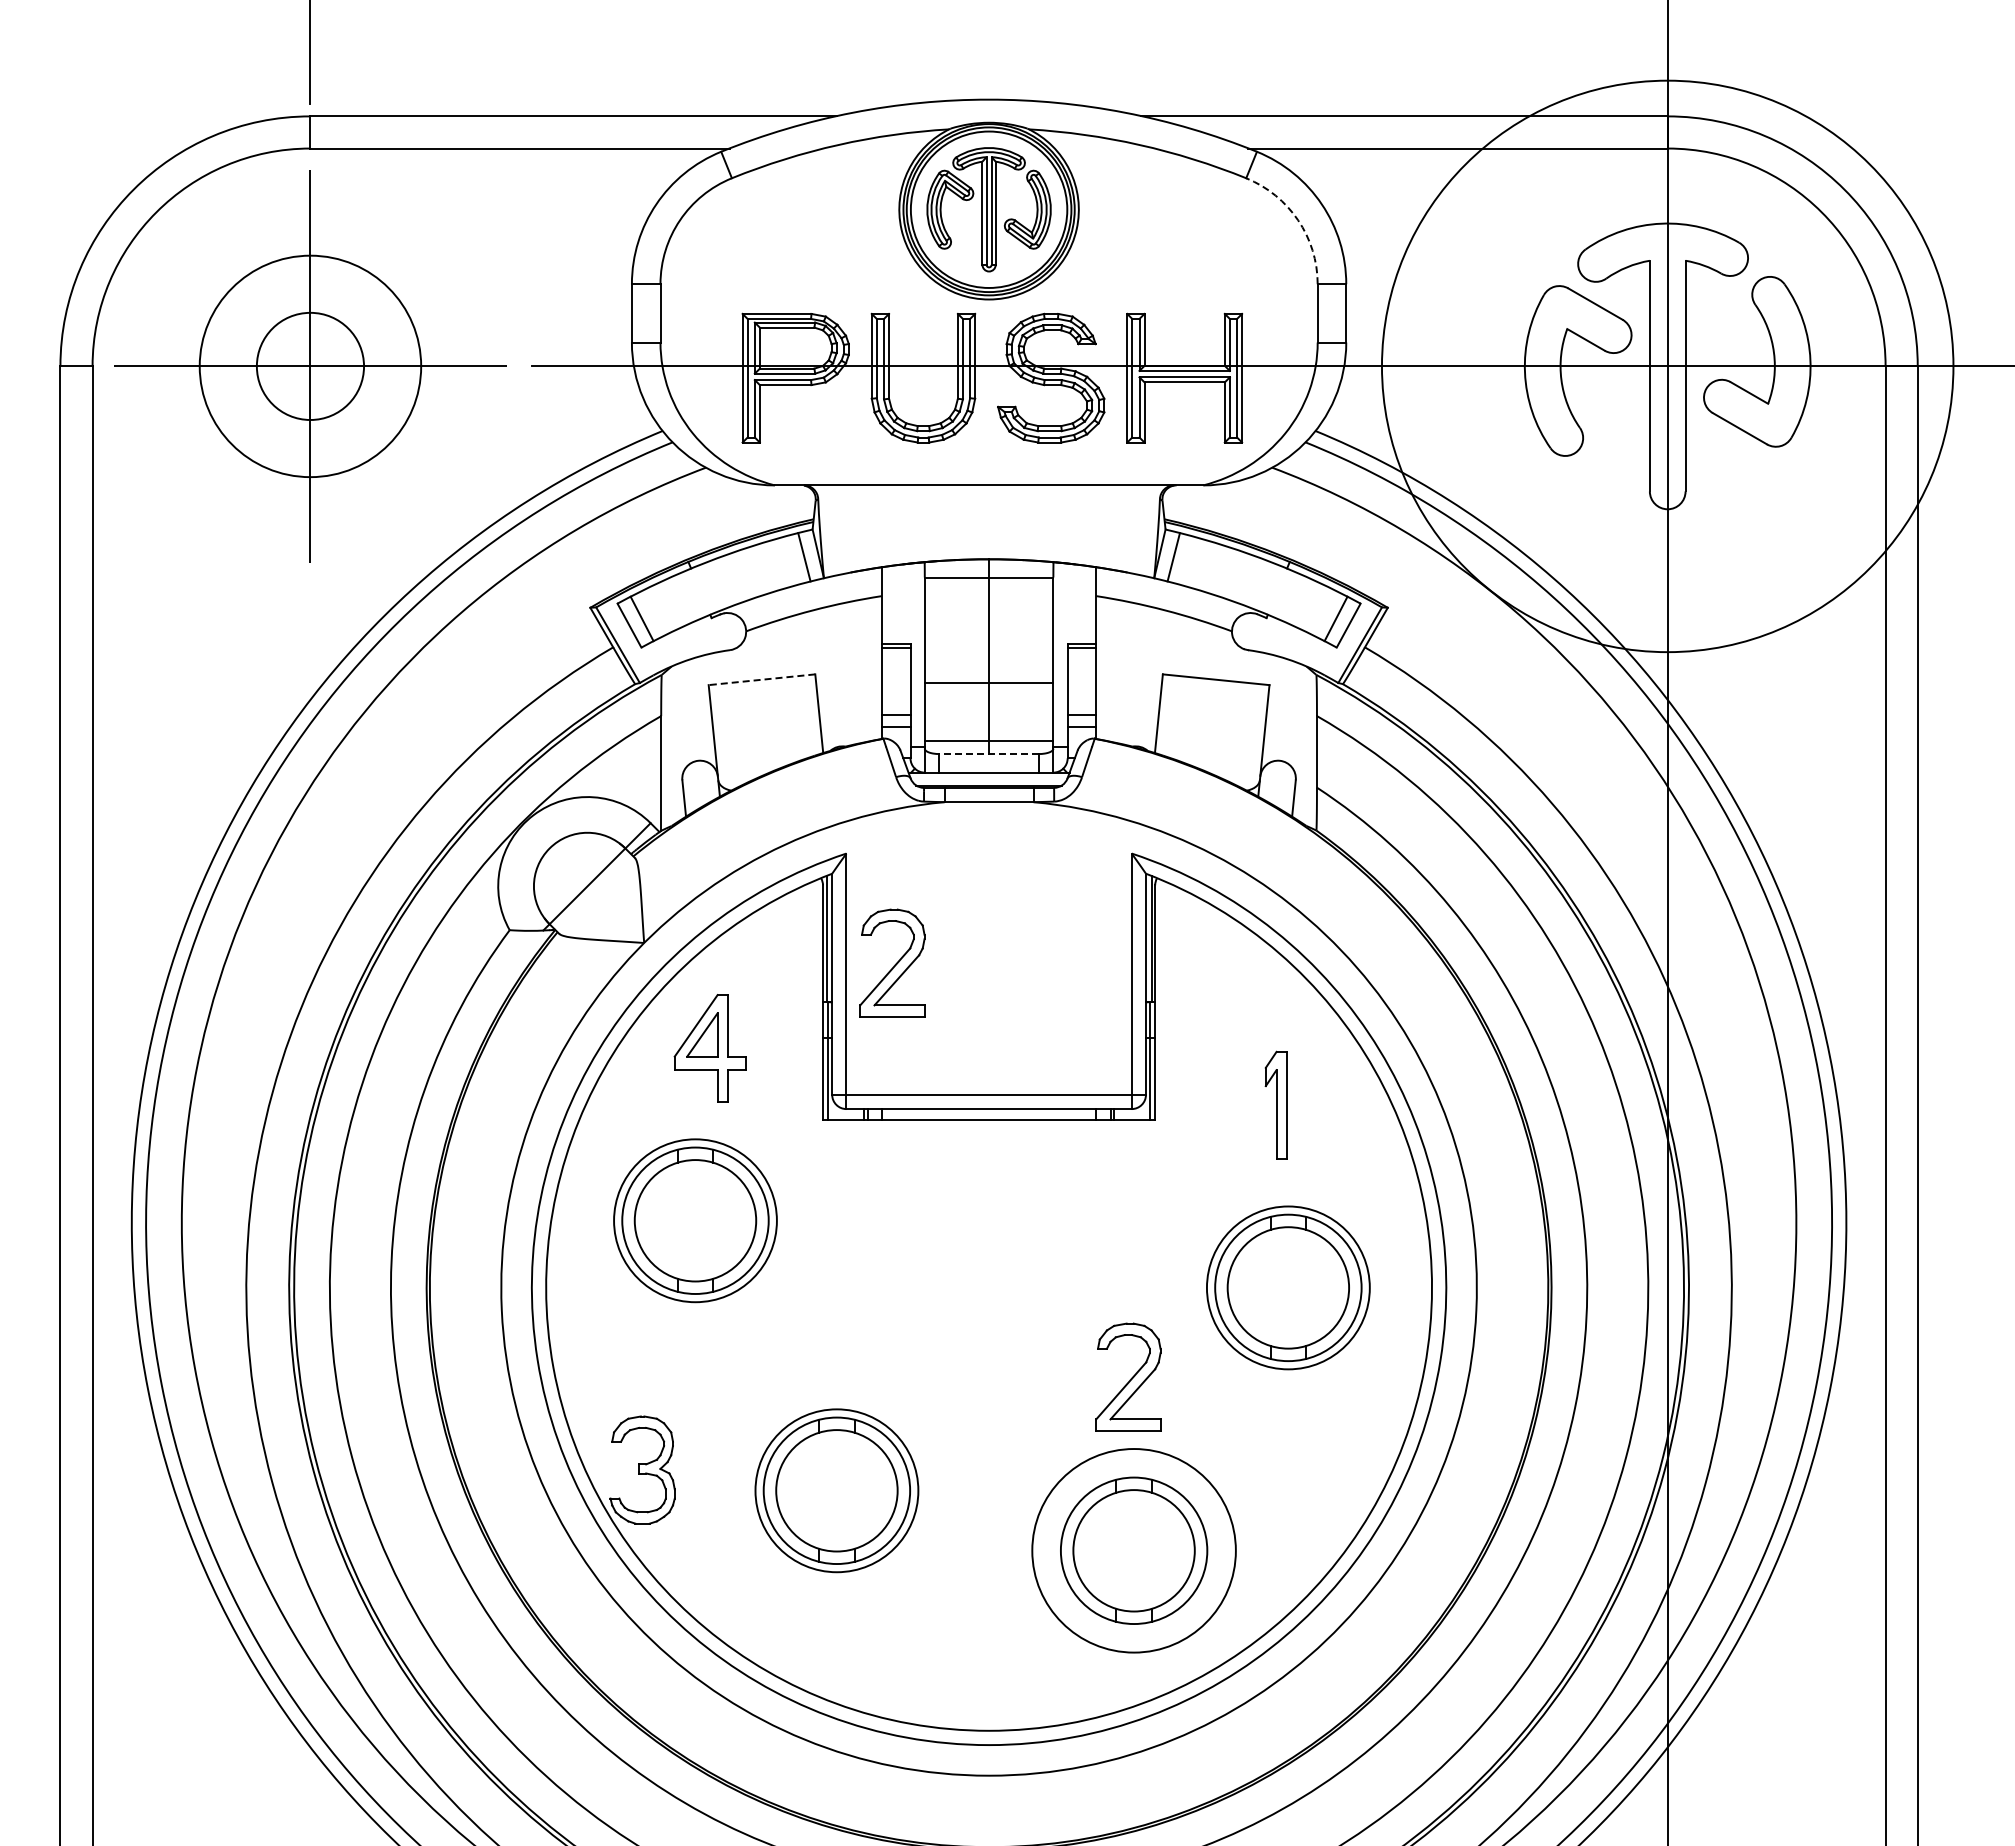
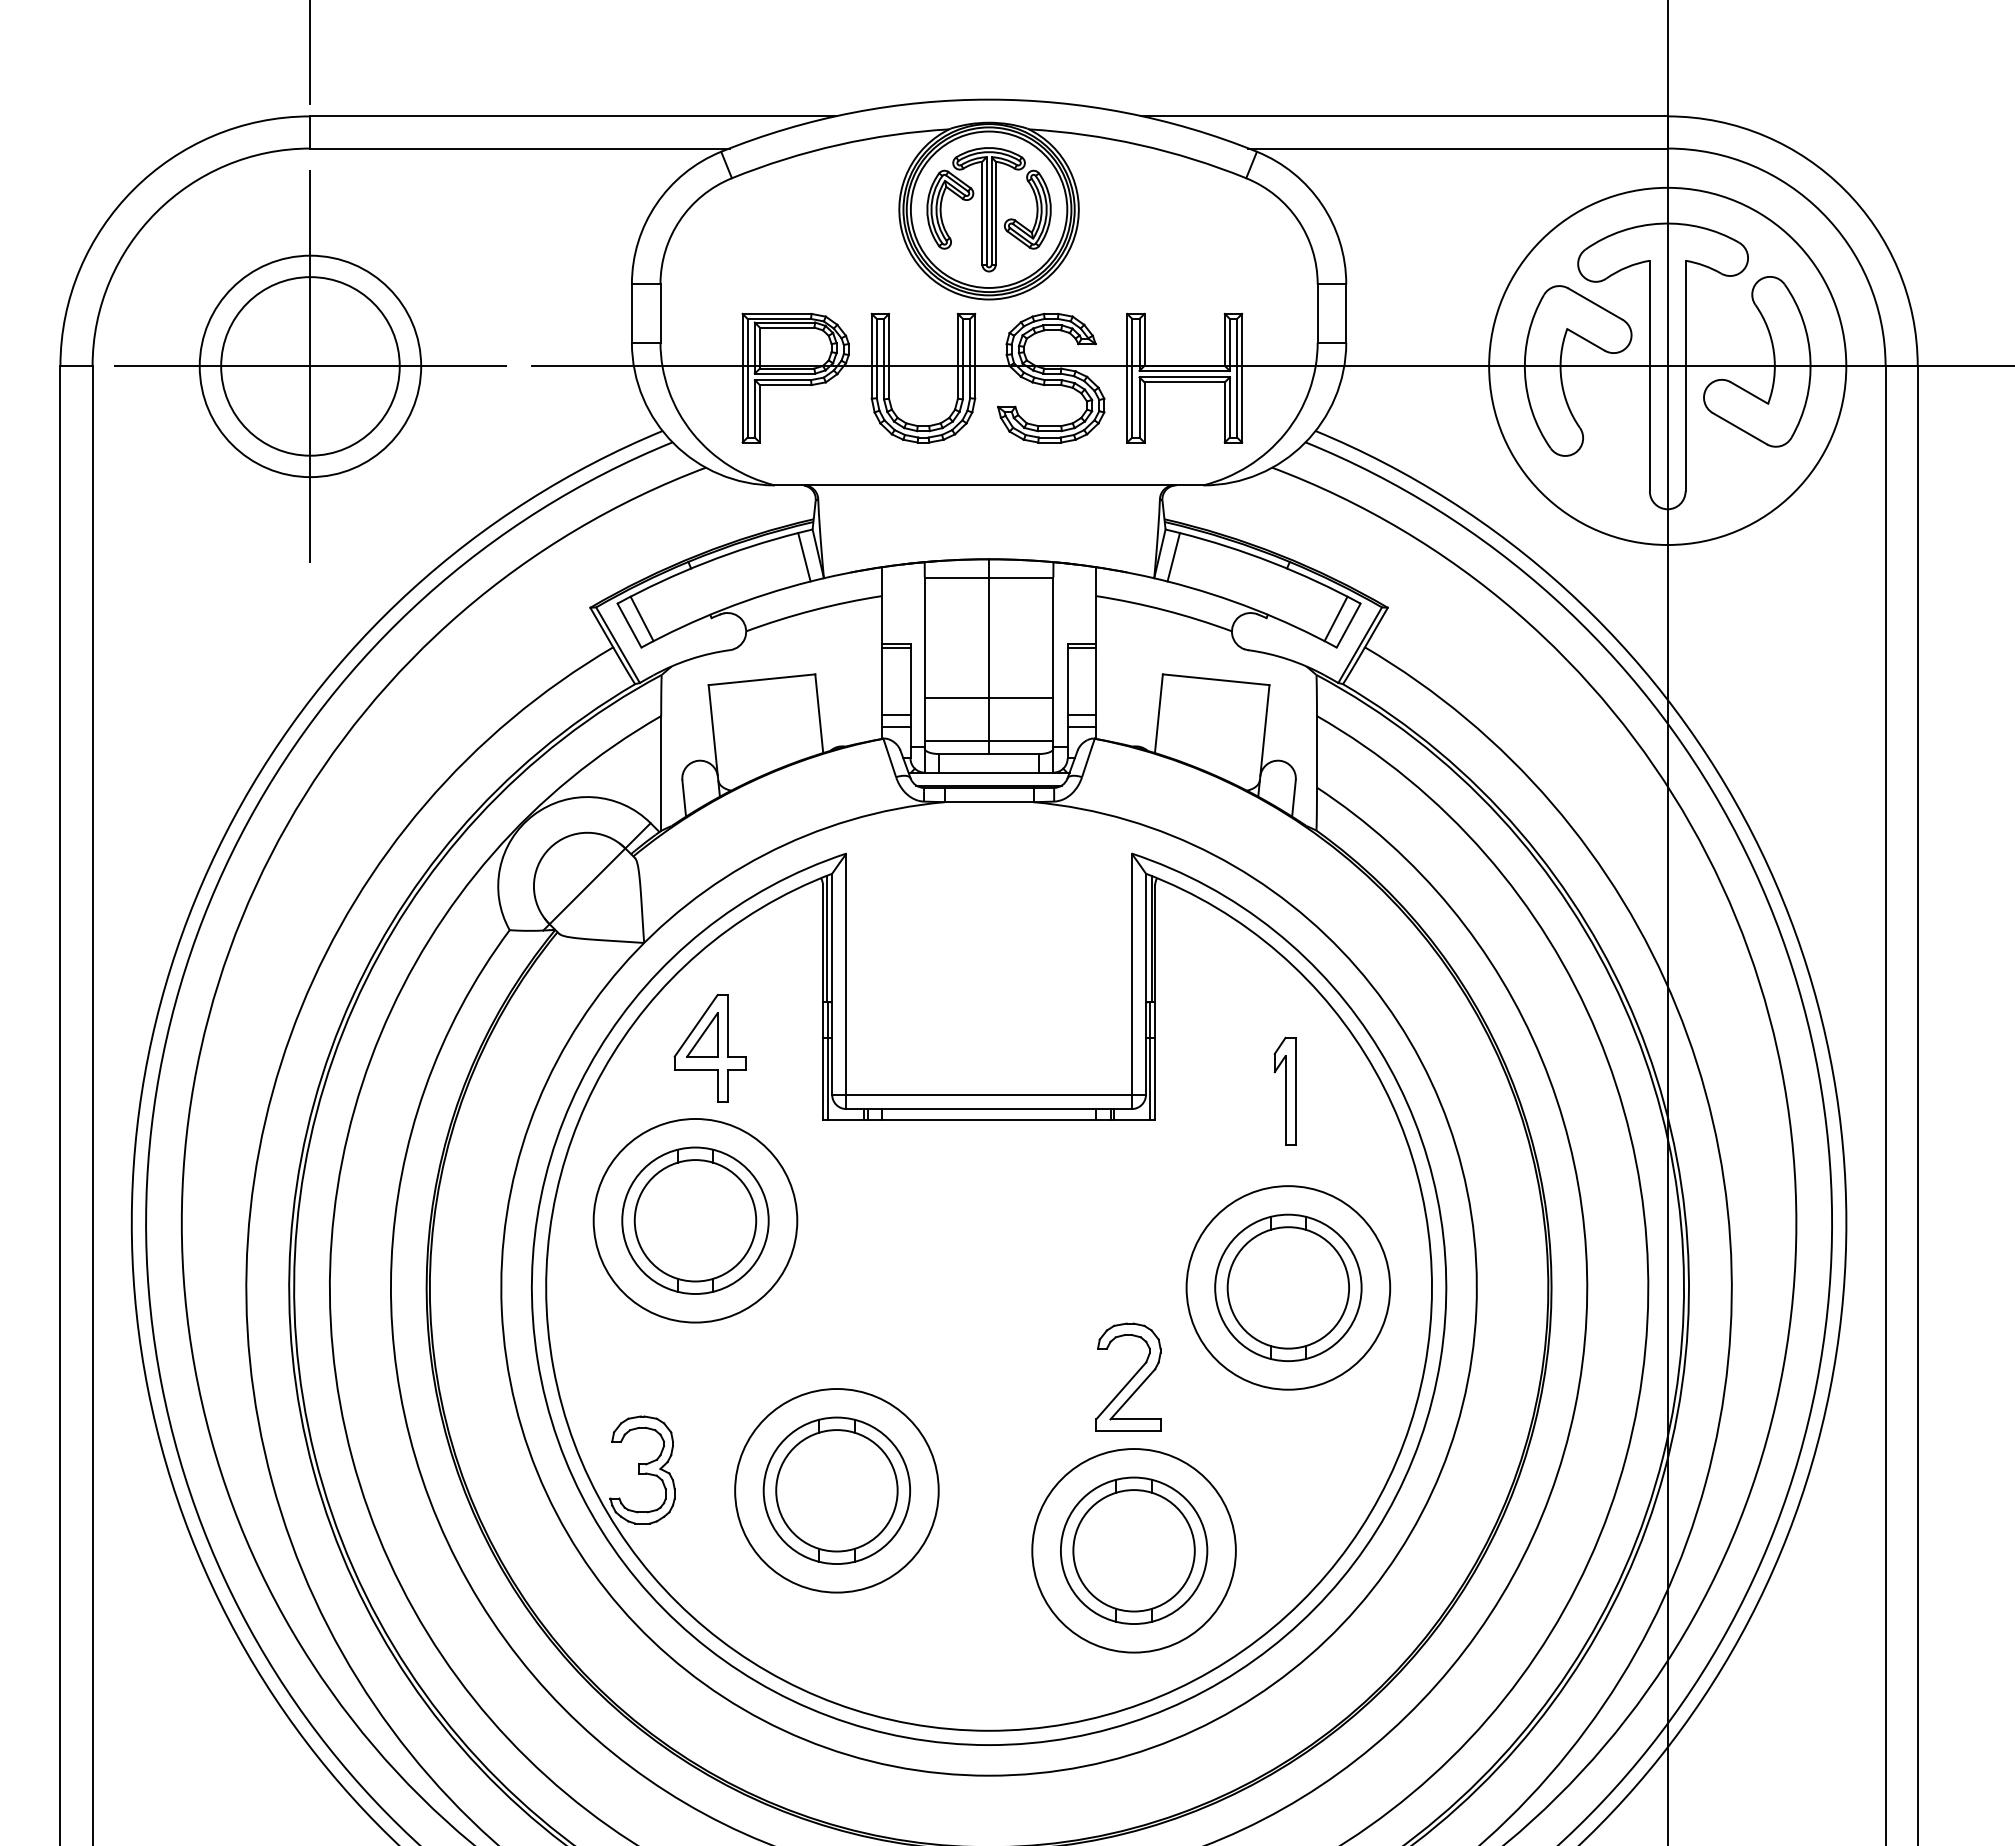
arc at (1298, 220): dashed -> solid
circle at (310, 366) diameter: 107 px -> 179 px
circle at (1667, 366) diameter: 571 px -> 357 px
line at (762, 679): dashed -> solid
line at (988, 683) position: (988, 683) -> (988, 698)
line at (988, 754): dashed -> solid
part at (892, 962): present -> none
part at (1275, 1104) position: (1275, 1104) -> (1284, 1090)
circle at (695, 1220) diameter: 163 px -> 204 px
circle at (1287, 1287) diameter: 163 px -> 204 px
circle at (836, 1490) diameter: 163 px -> 204 px
